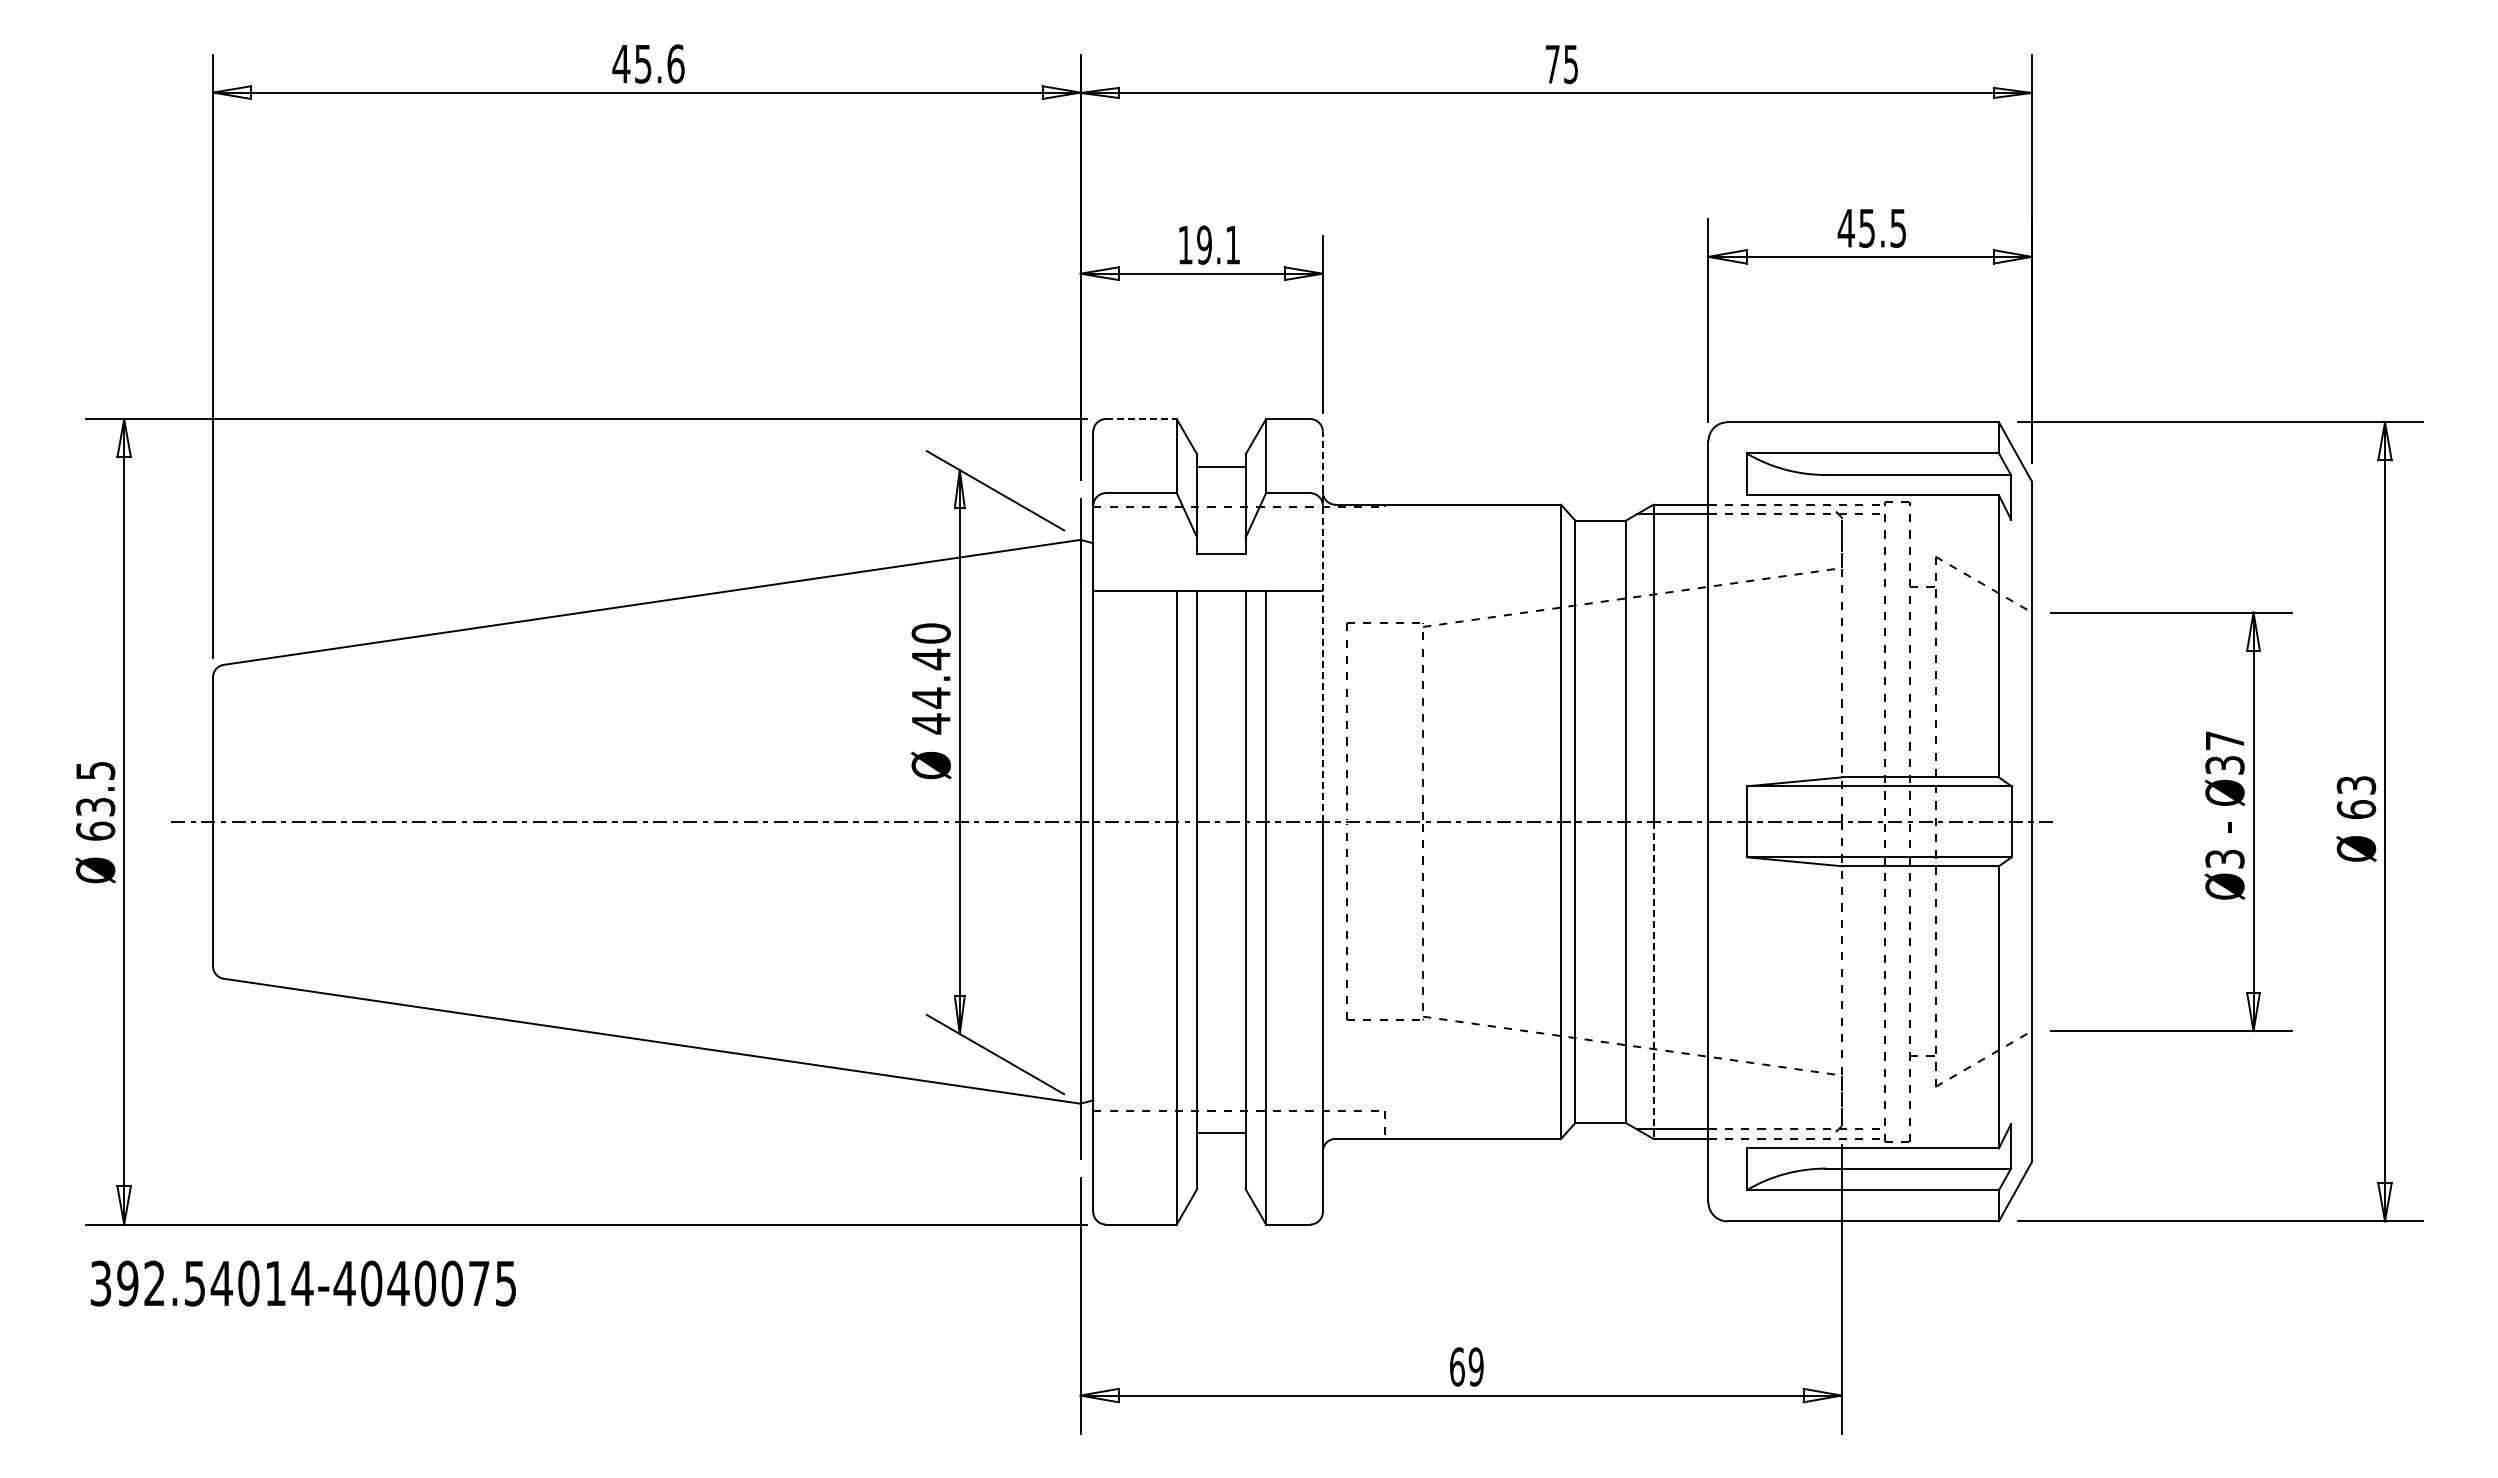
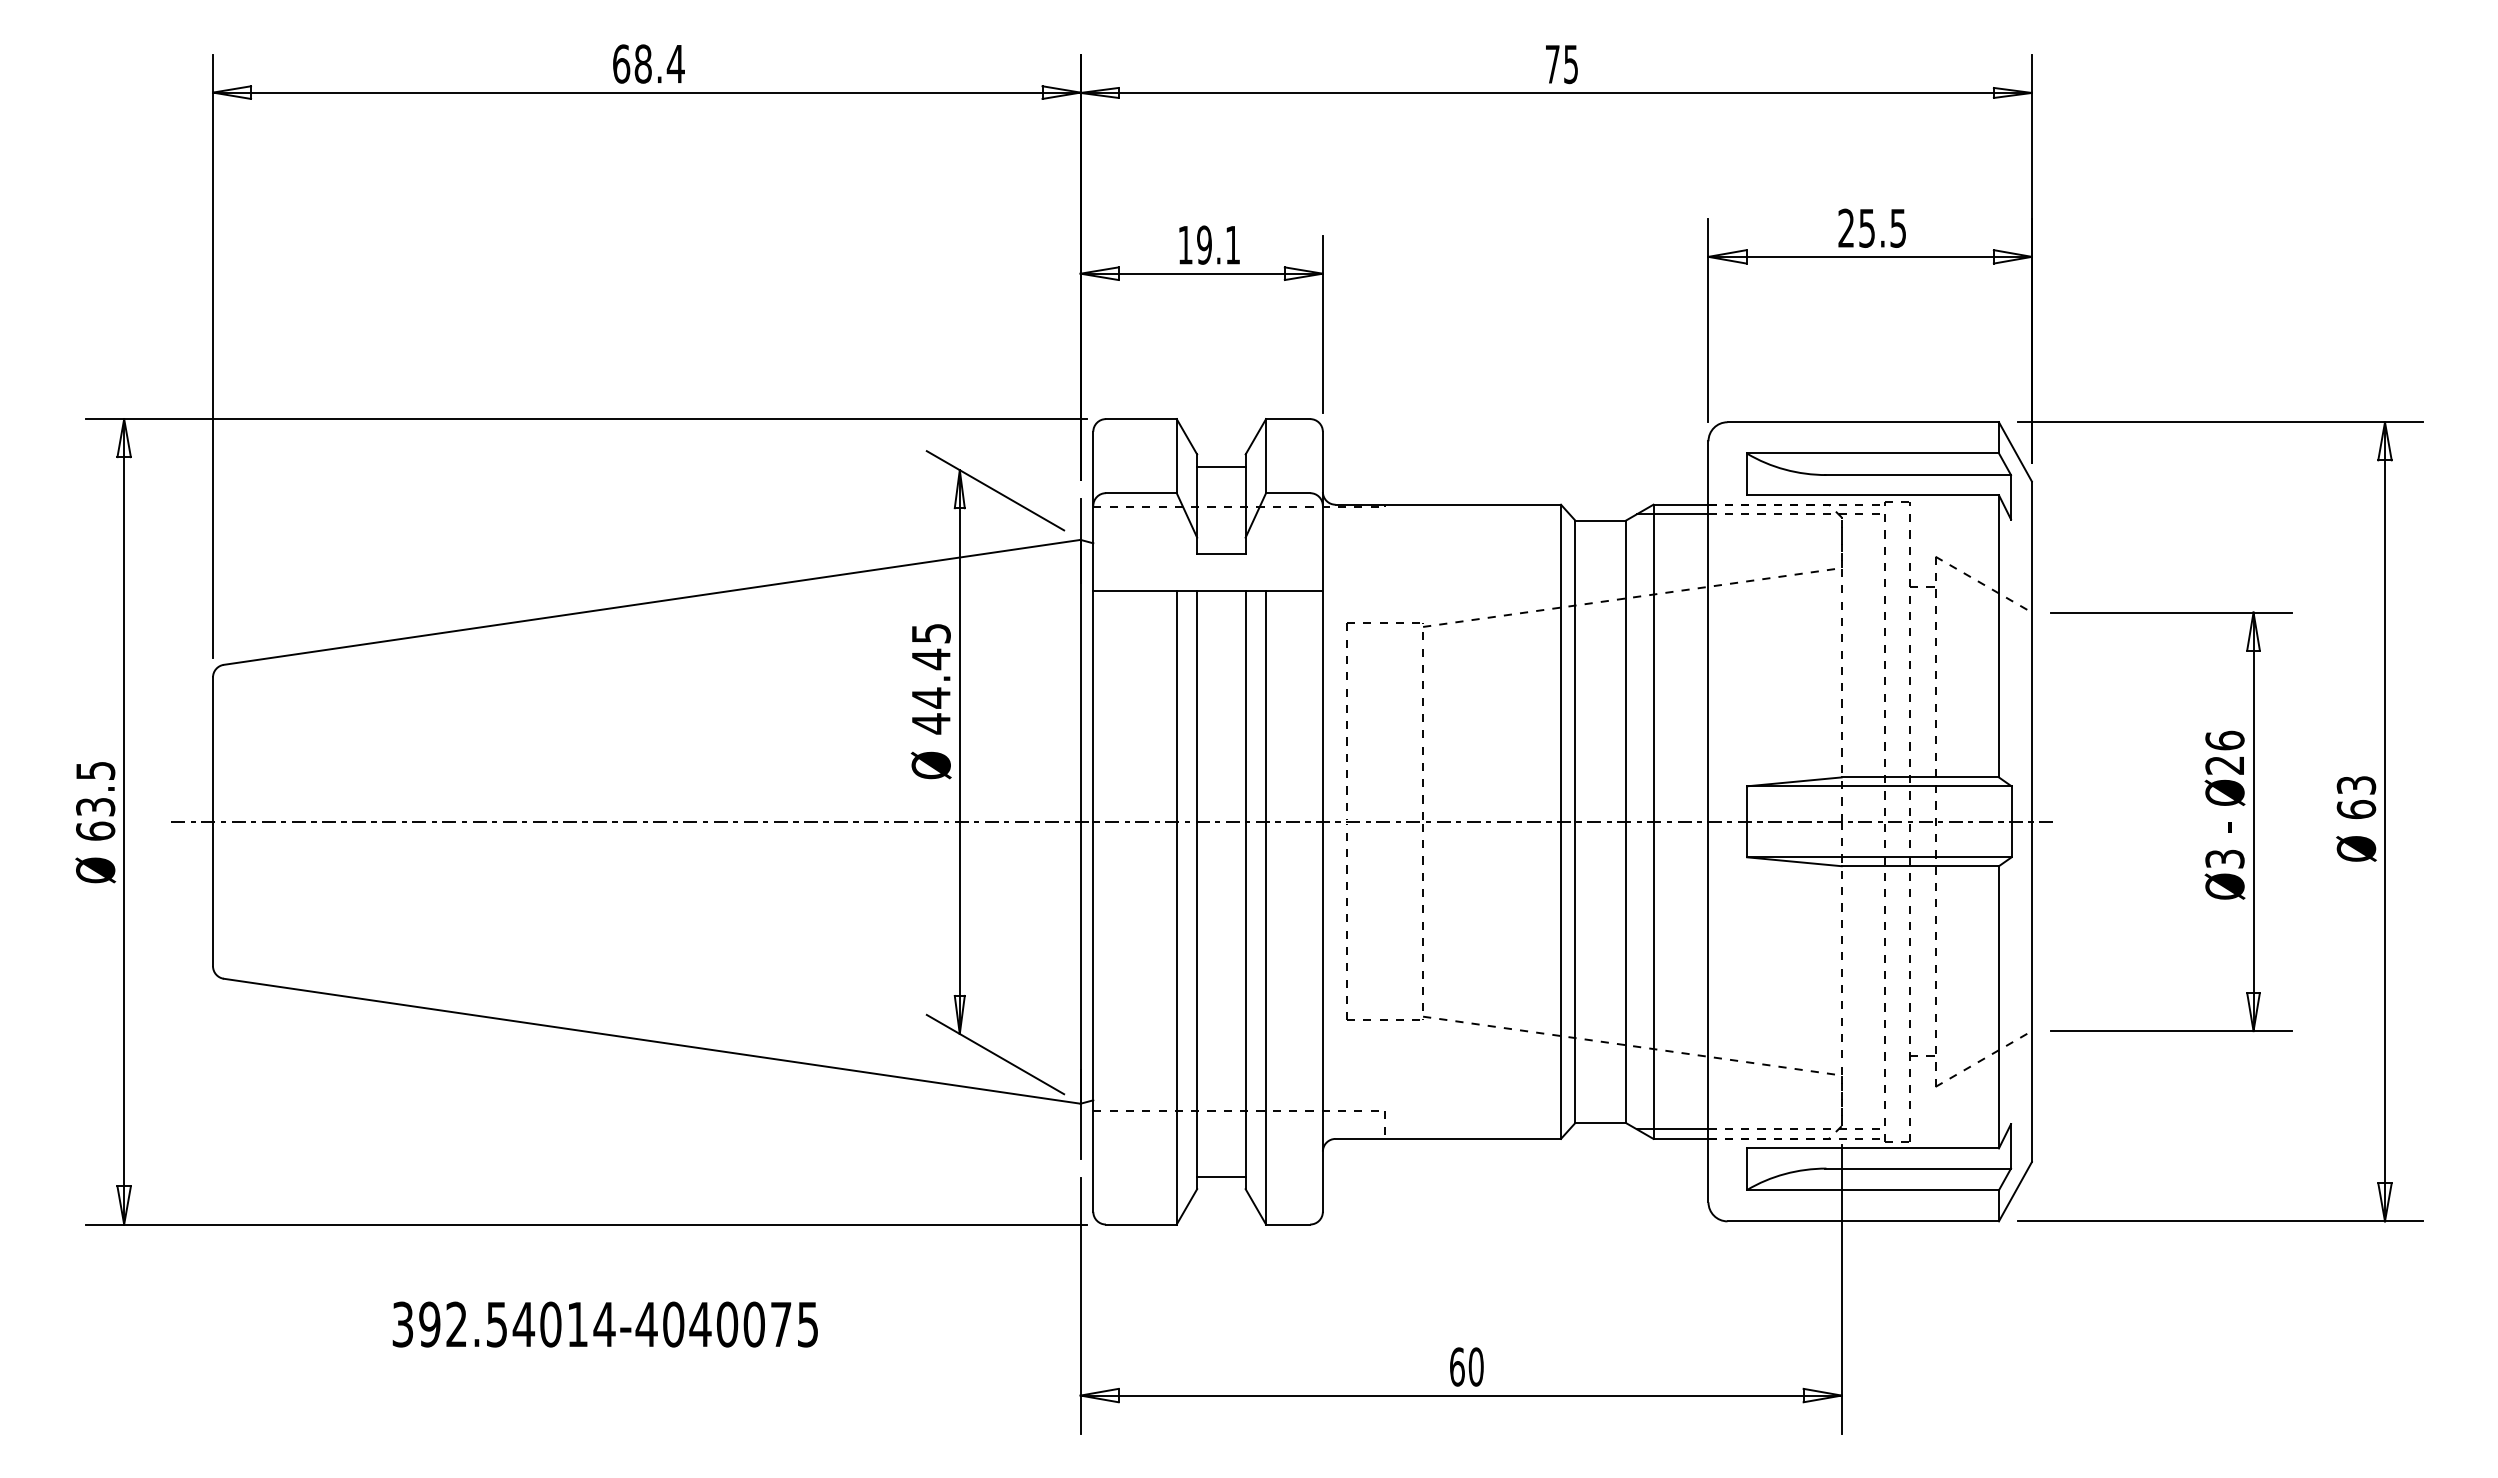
text at (648, 63): 45.6 -> 68.4
text at (1845, 227): 45.5 -> 25.5
line at (1141, 419): dashed -> solid
line at (1322, 626): dashed -> solid
text at (930, 633): 44.40 -> 44.45
text at (2224, 752): Ø37 -> Ø26
line at (1653, 980): dashed -> solid
line at (1221, 1132) position: (1221, 1132) -> (1221, 1176)
text at (302, 1283) position: (302, 1283) -> (604, 1324)
text at (1475, 1366): 69 -> 60
